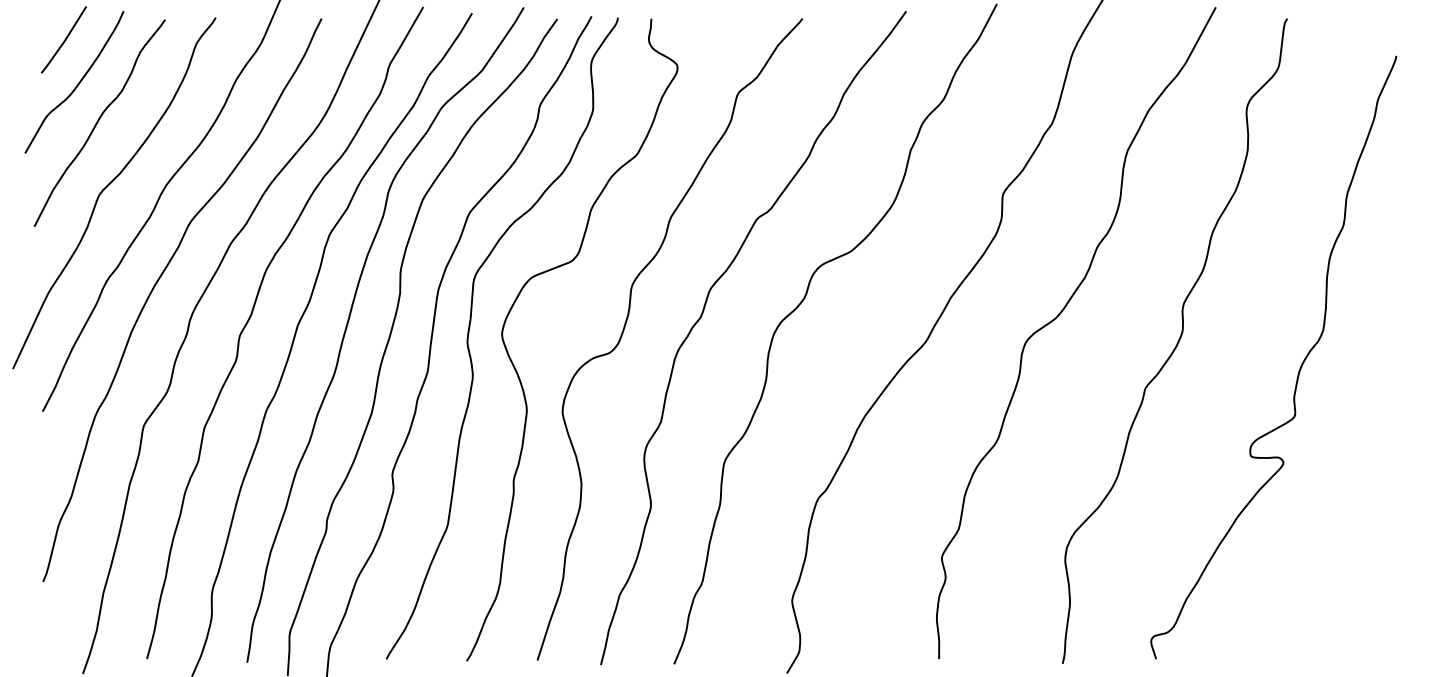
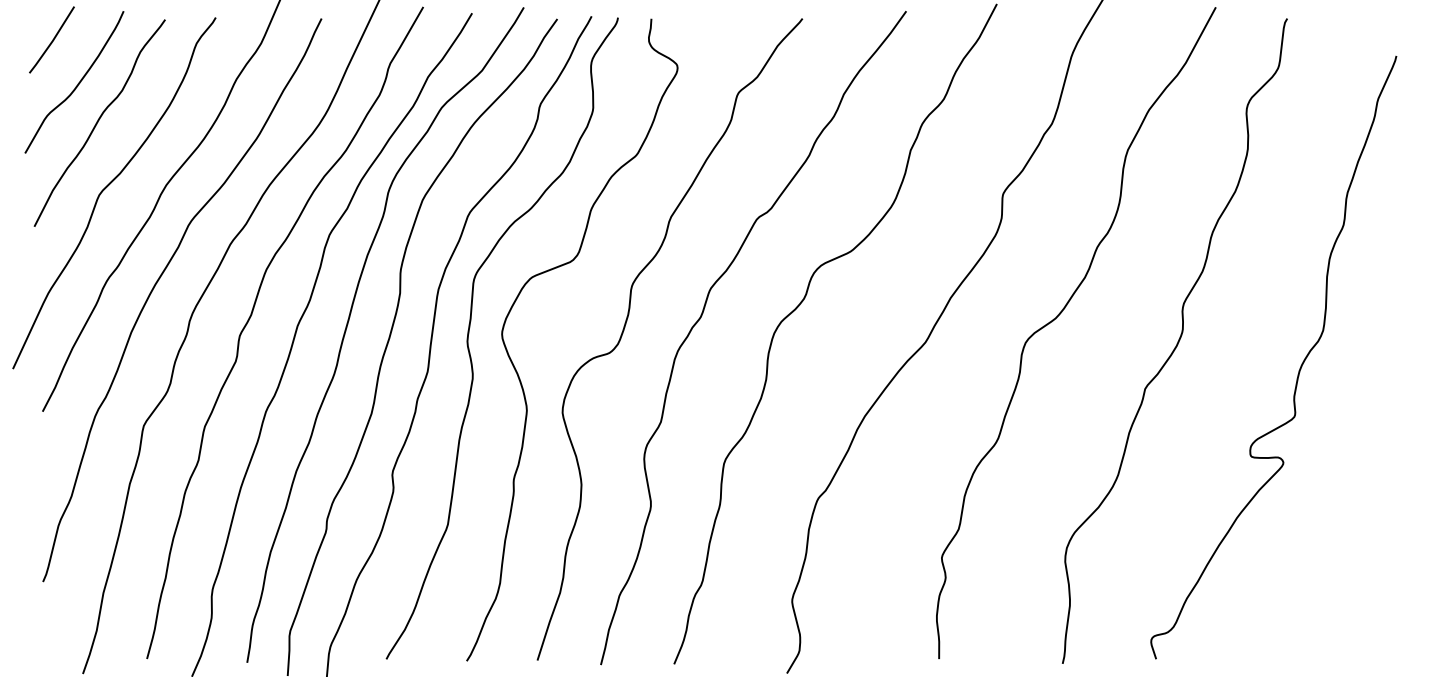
line at (64, 39) position: (64, 39) -> (52, 39)
